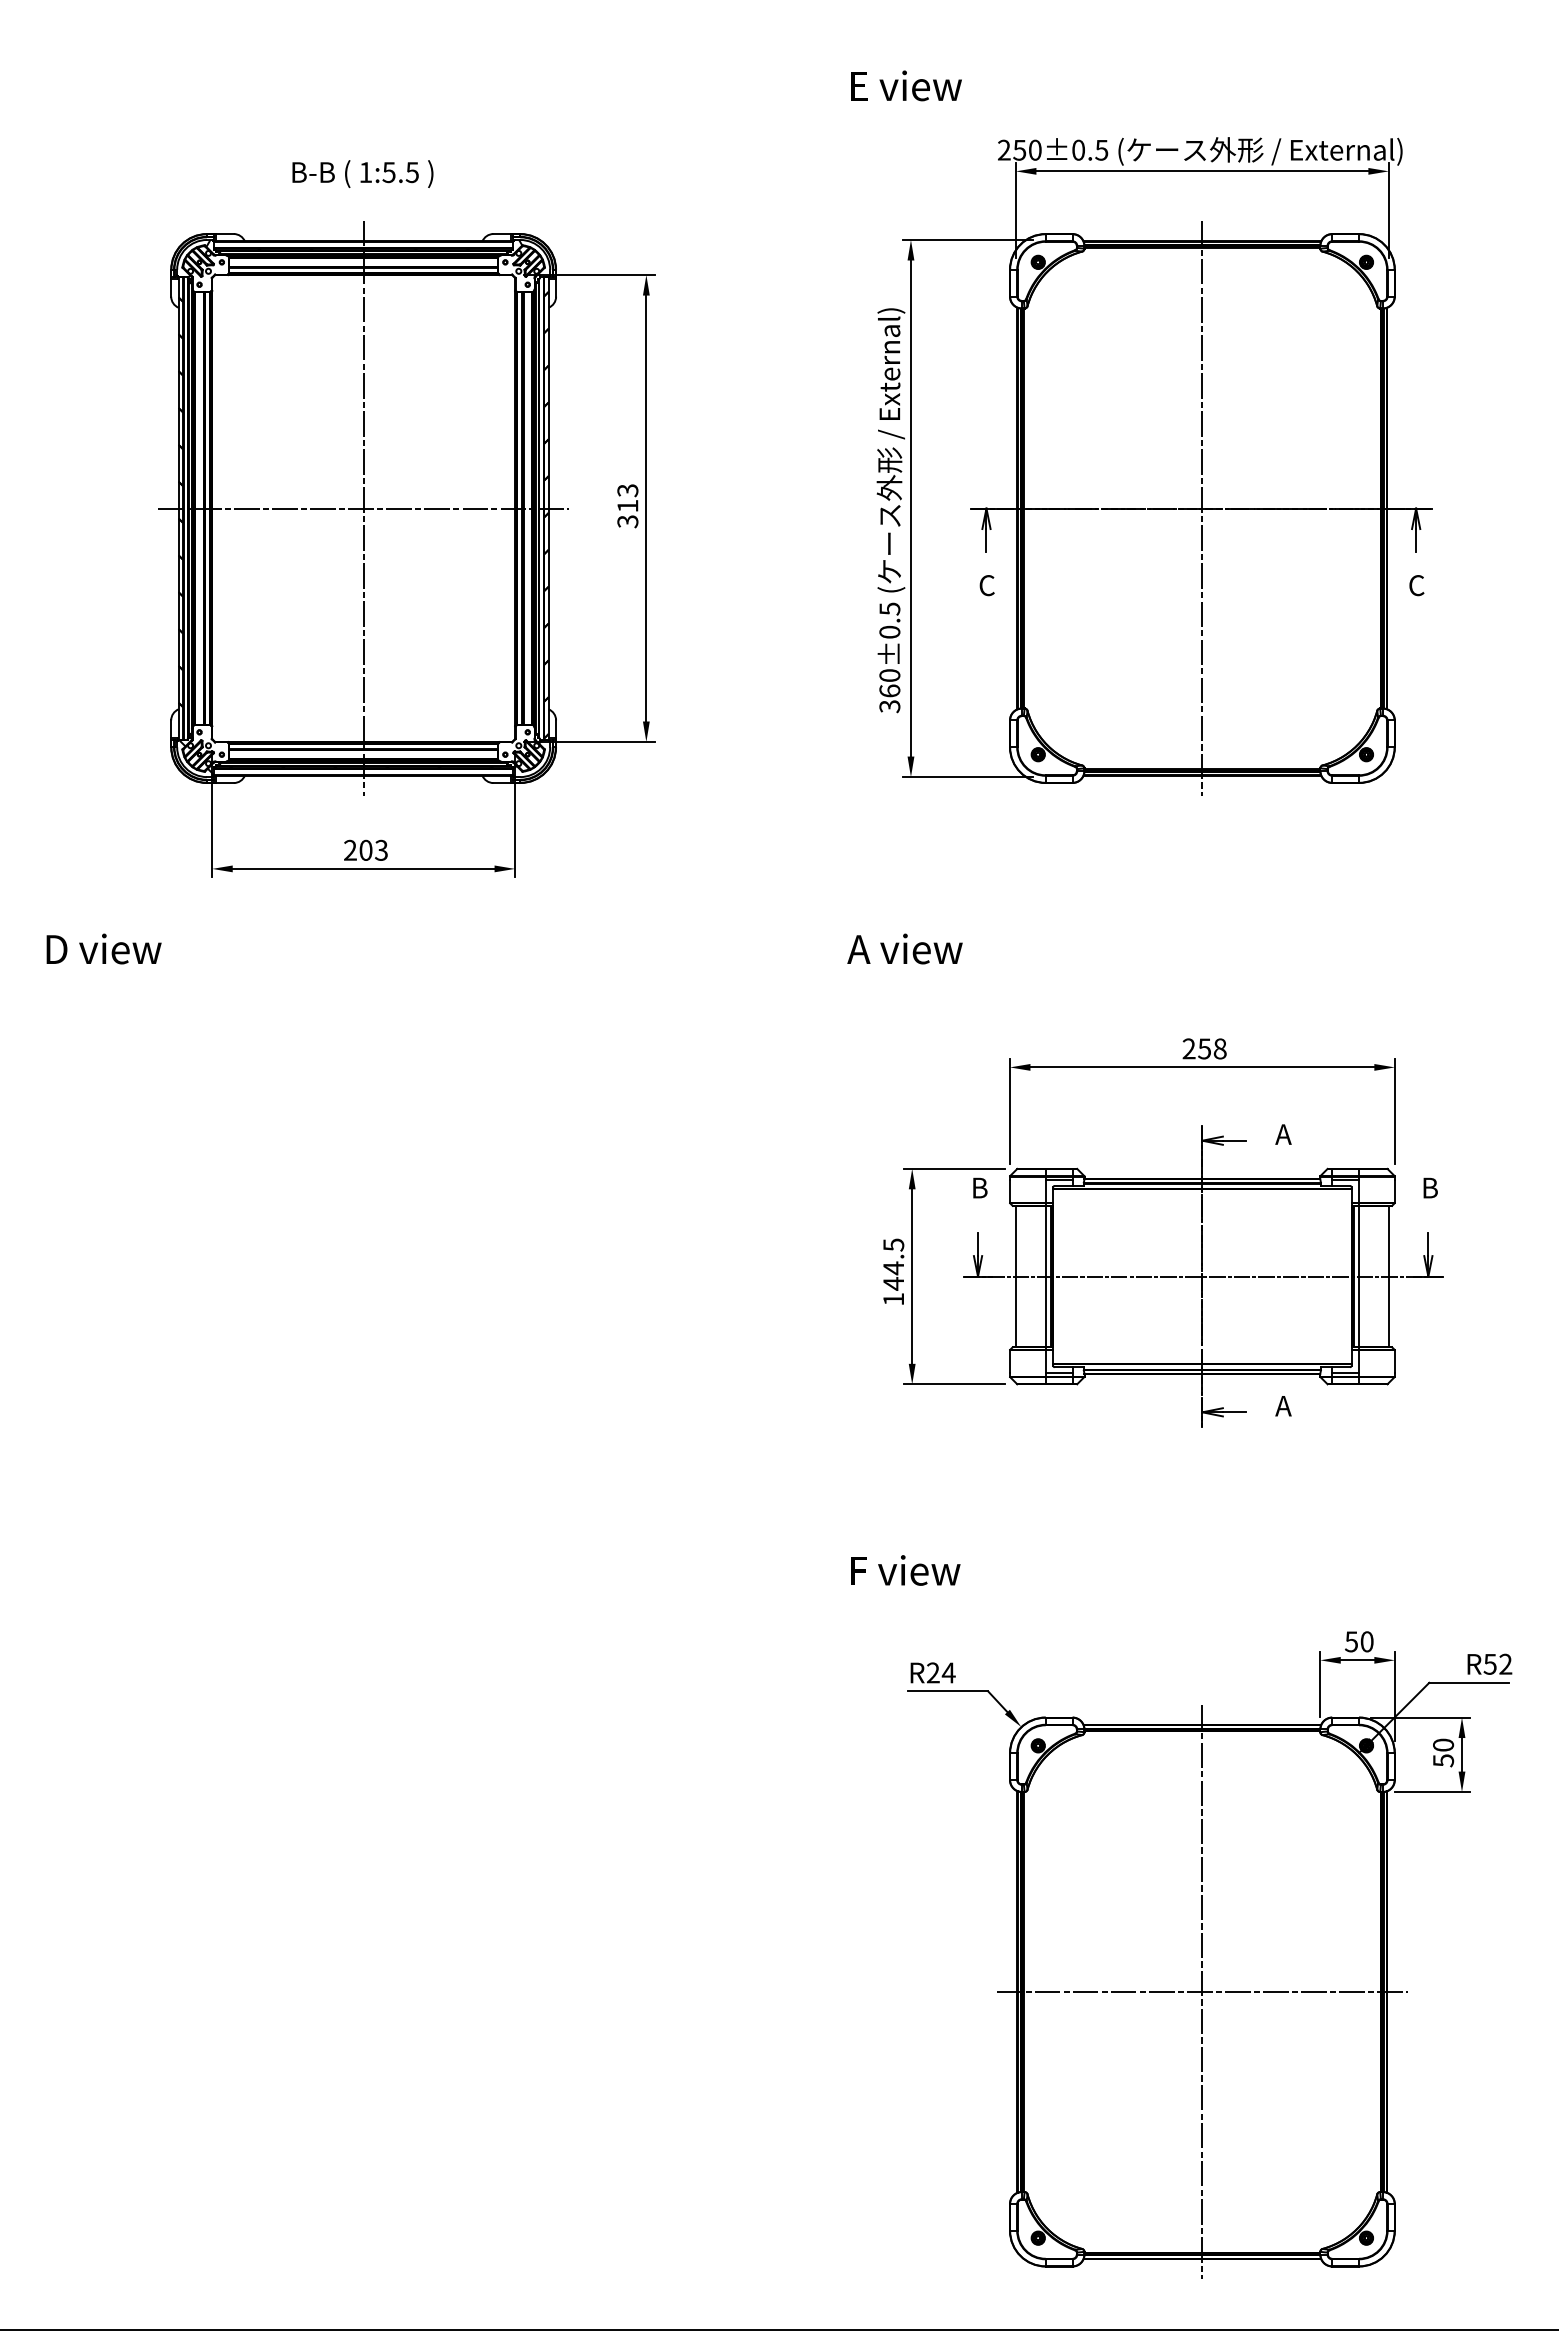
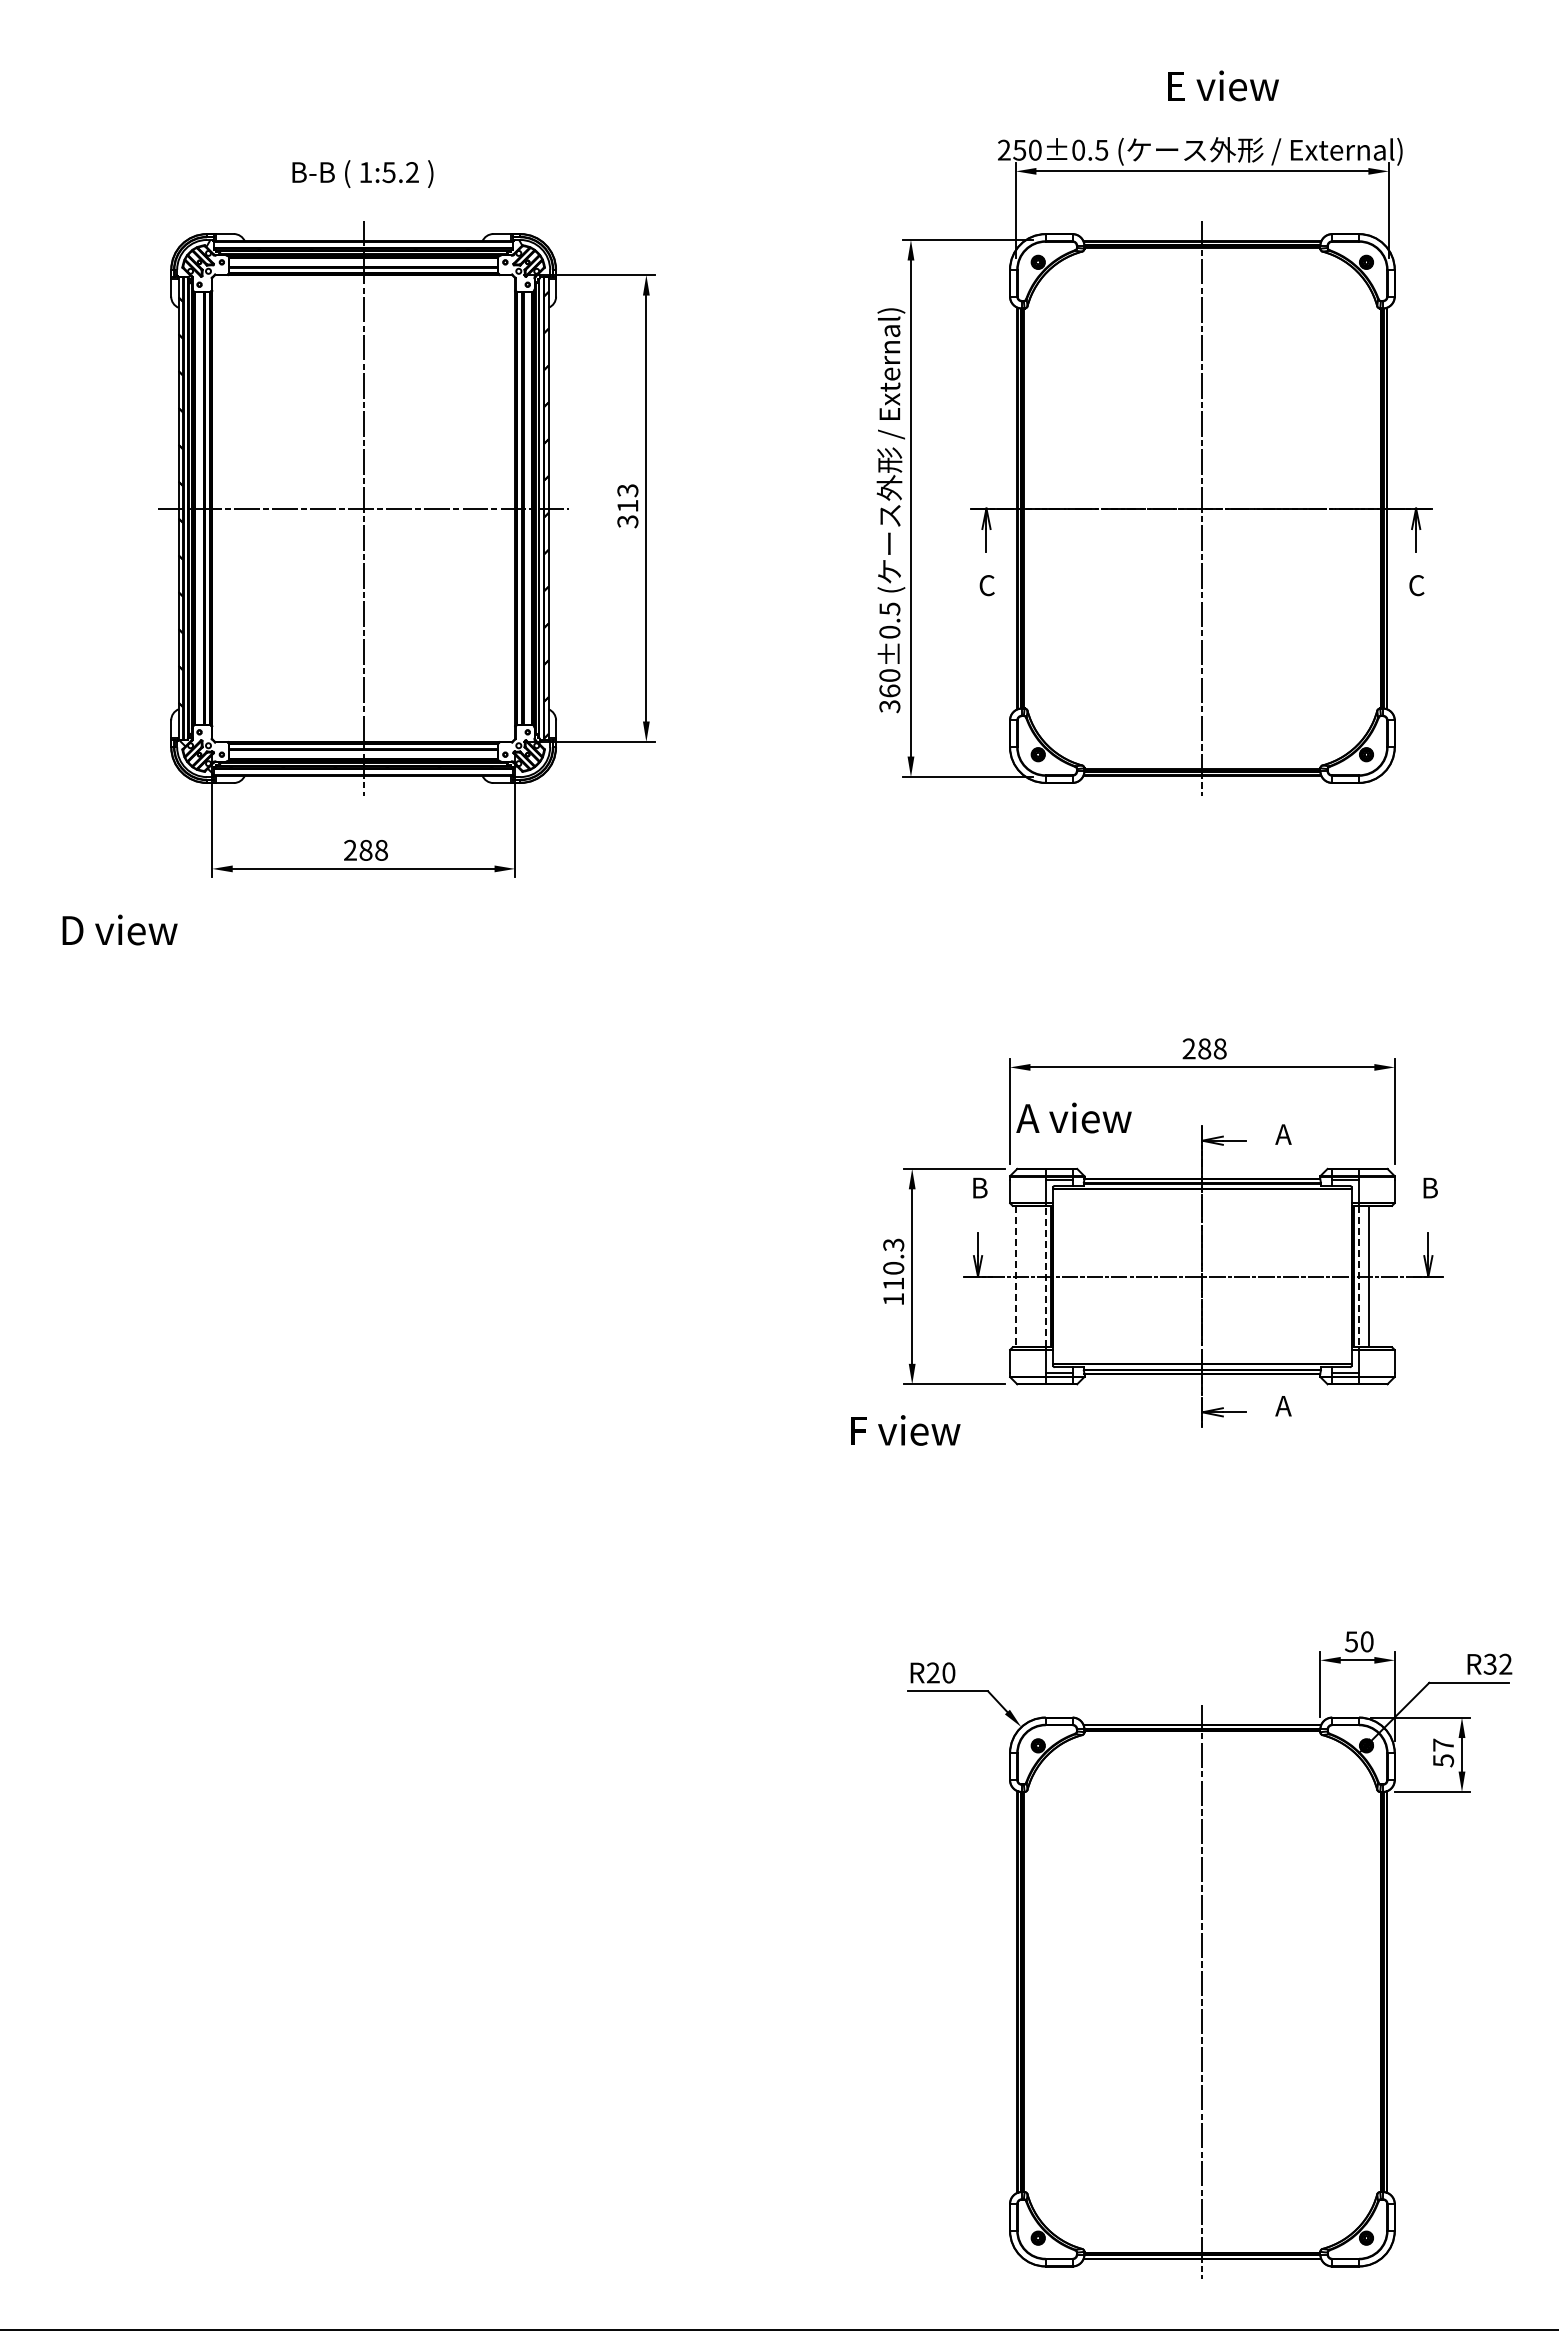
text at (906, 85) position: (906, 85) -> (1223, 85)
text at (411, 172): 1:5.5 -> 1:5.2
text at (373, 849): 203 -> 288
text at (103, 948) position: (103, 948) -> (119, 929)
text at (904, 948) position: (904, 948) -> (1073, 1117)
text at (1204, 1048): 258 -> 288
text at (893, 1264): 144.5 -> 110.3
line at (1045, 1276): solid -> dashed
line at (1388, 1276) position: (1388, 1276) -> (1368, 1276)
line at (1015, 1277): solid -> dashed
line at (1359, 1277): solid -> dashed
text at (905, 1570) position: (905, 1570) -> (905, 1430)
text at (1490, 1663): R52 -> R32
text at (948, 1672): R24 -> R20
text at (1443, 1744): 50 -> 57
line at (1201, 1992): present -> none
